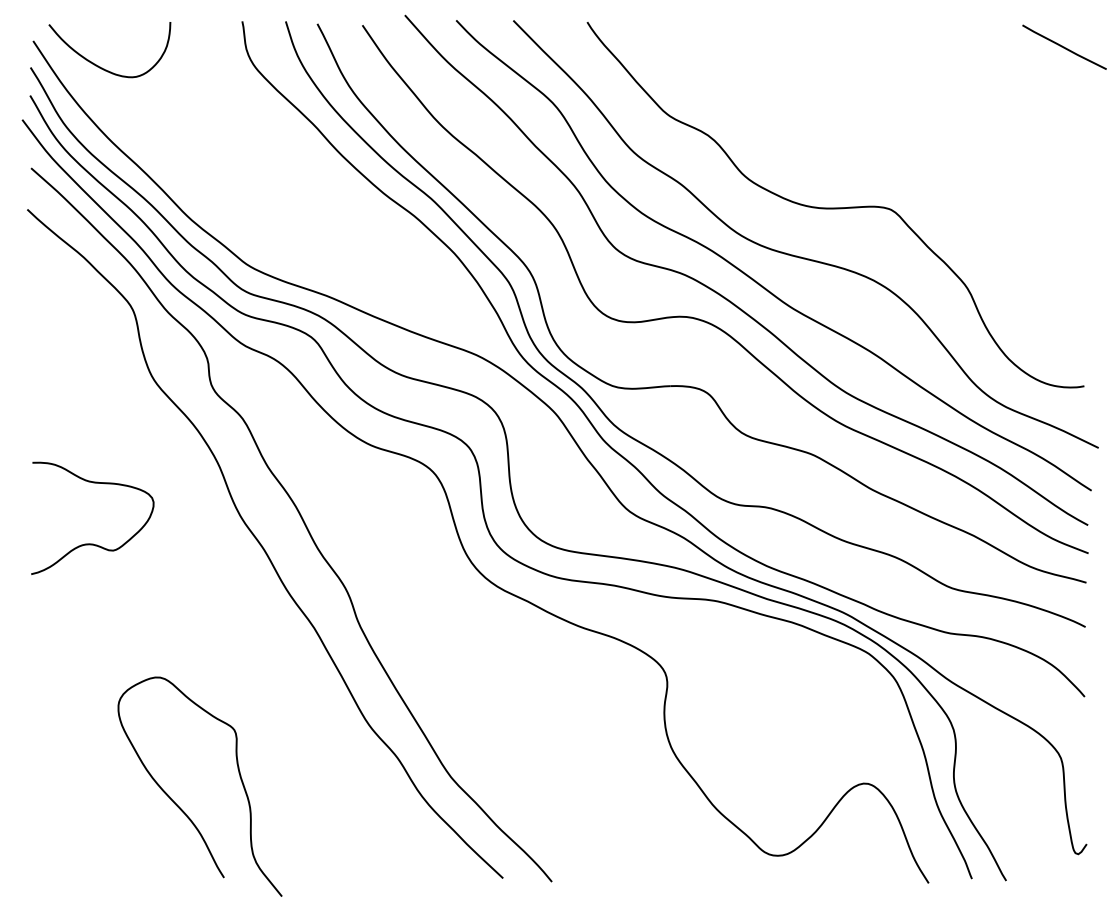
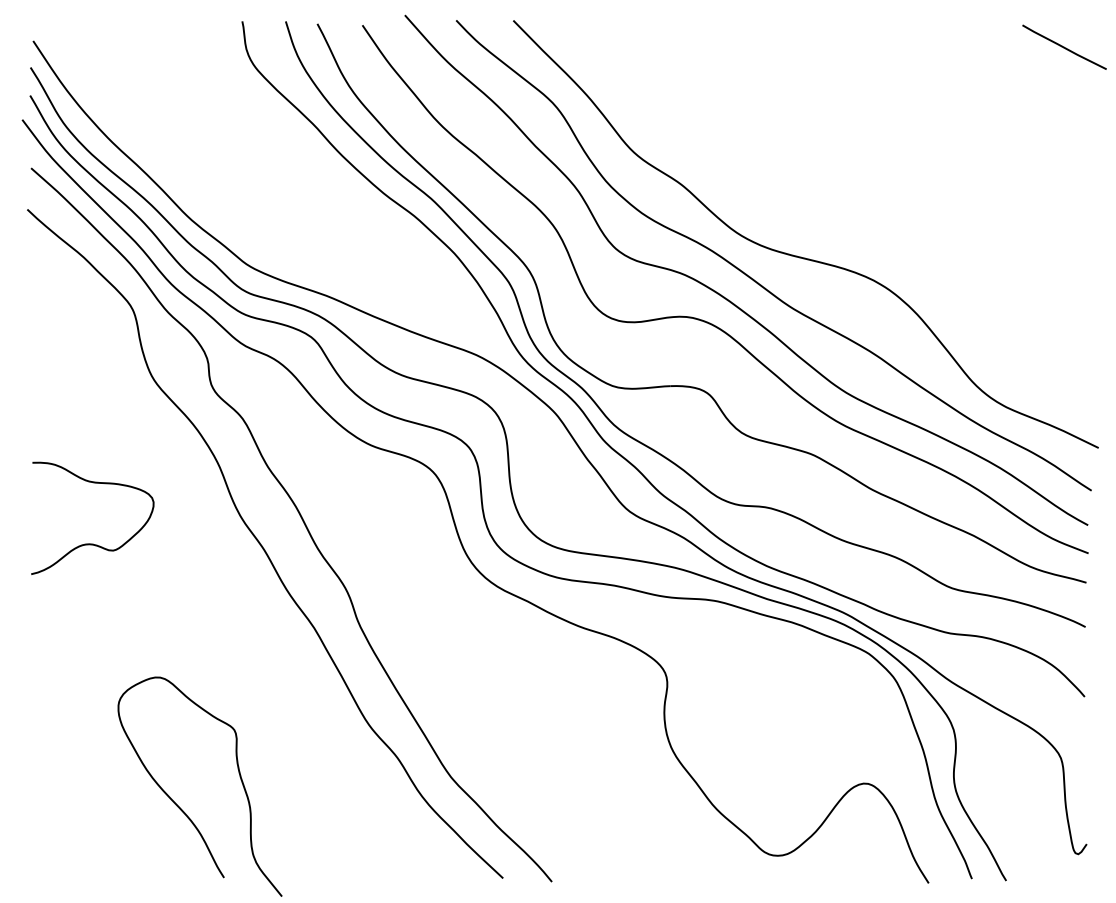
curve at (100, 66): present -> none
curve at (835, 207): present -> none
